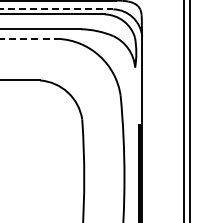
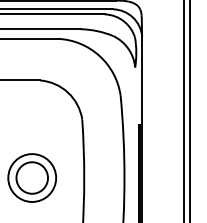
line at (57, 9): dashed -> solid
line at (29, 38): dashed -> solid
part at (32, 177): none -> present
